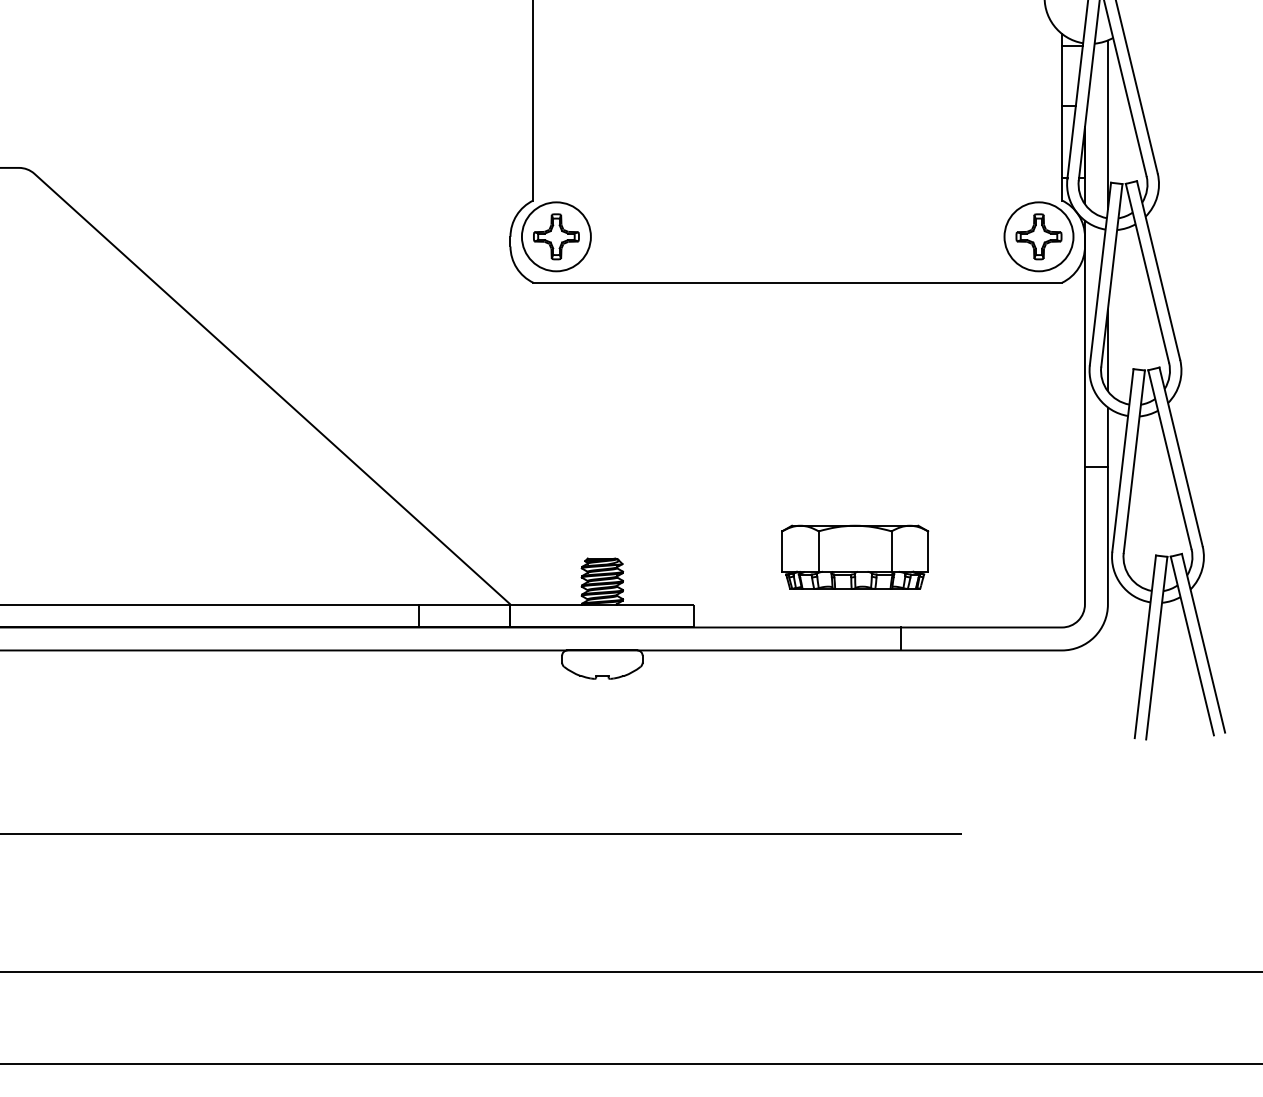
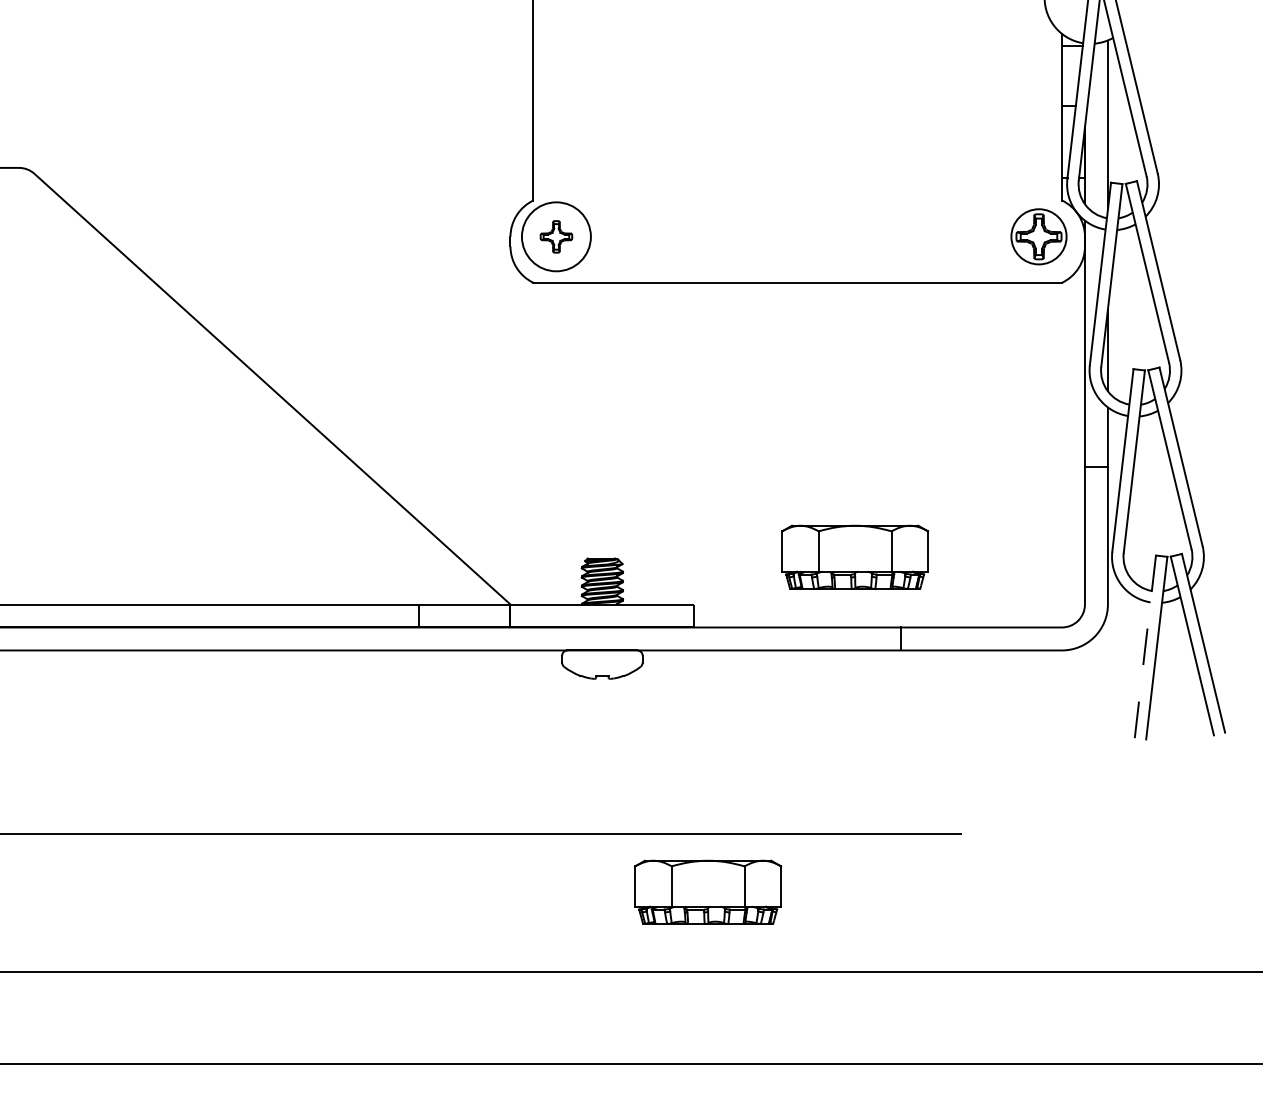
part at (556, 236) size: 47x48 px -> 35x34 px
circle at (1038, 236) diameter: 69 px -> 55 px
line at (1145, 646): solid -> dashed
part at (708, 891): none -> present
